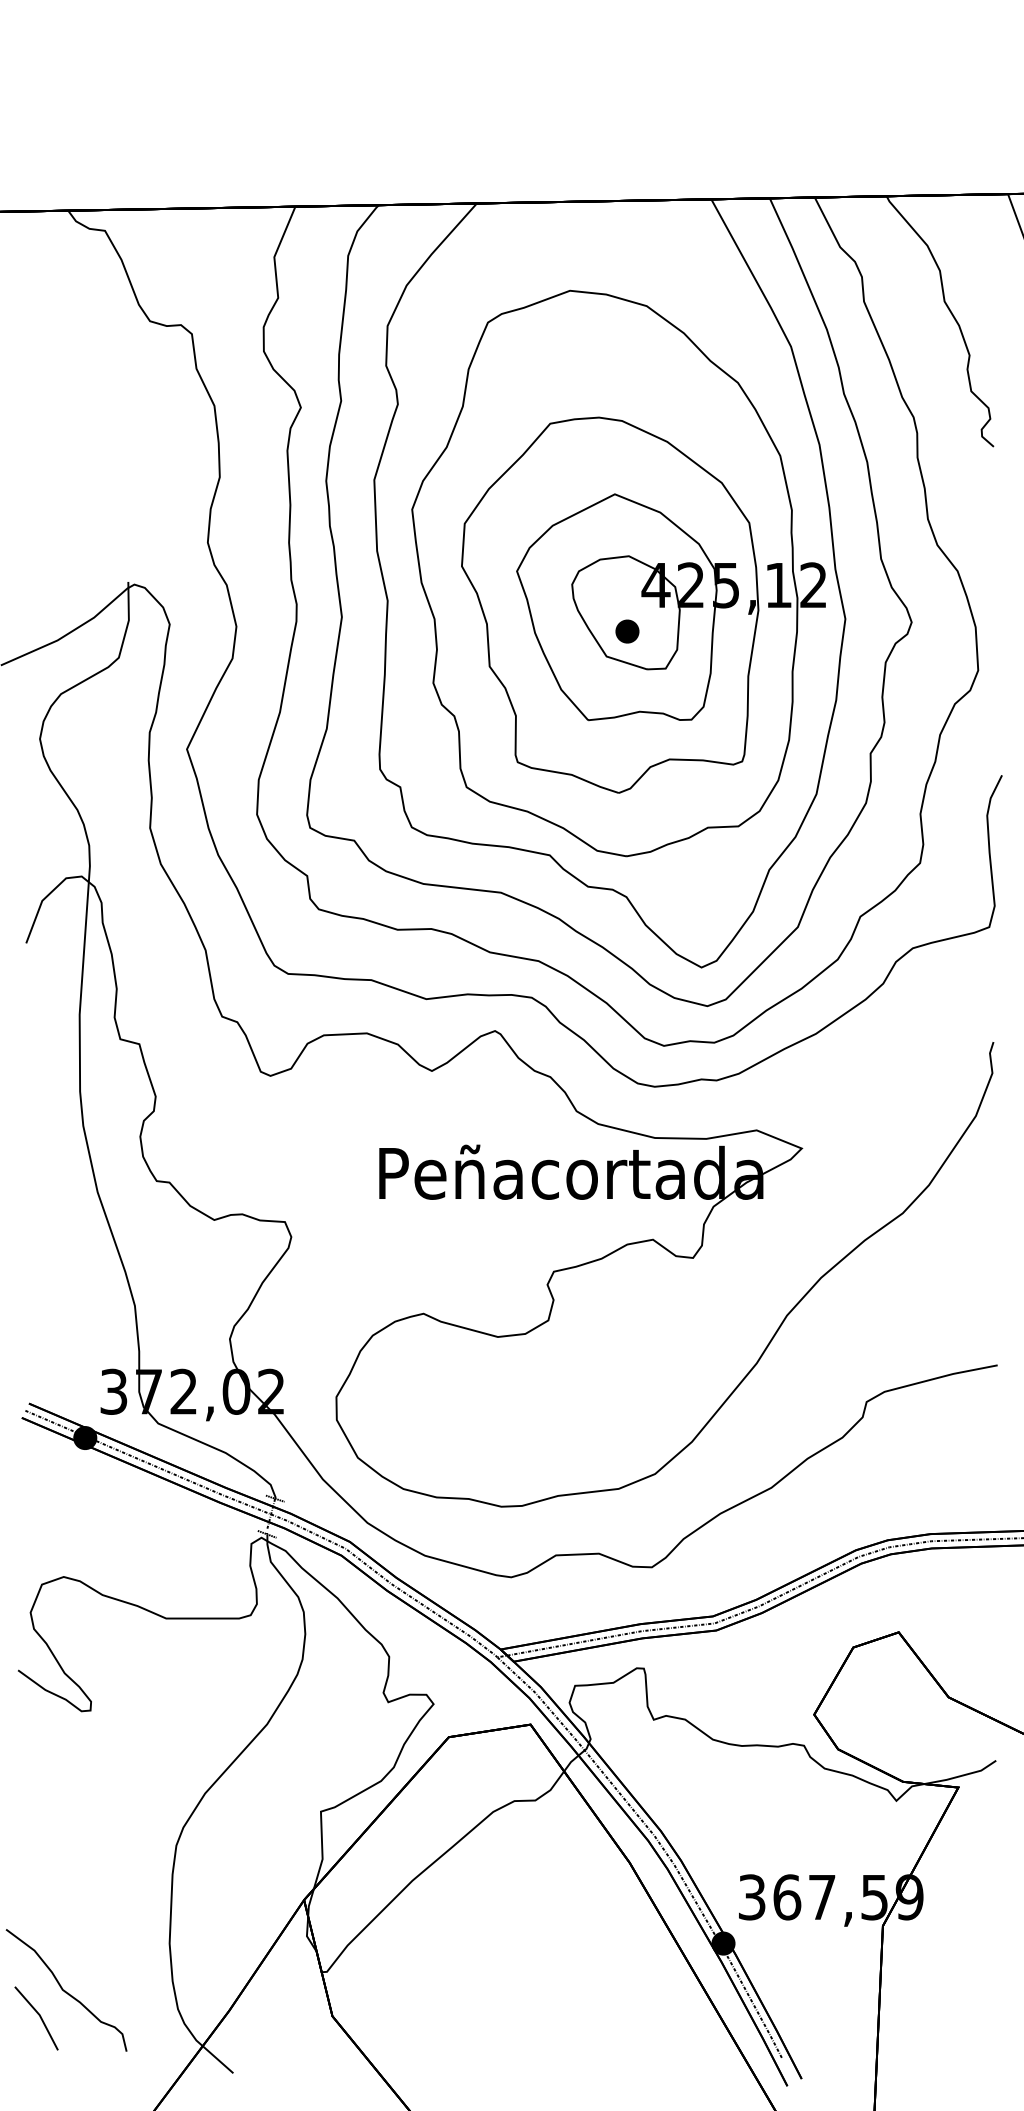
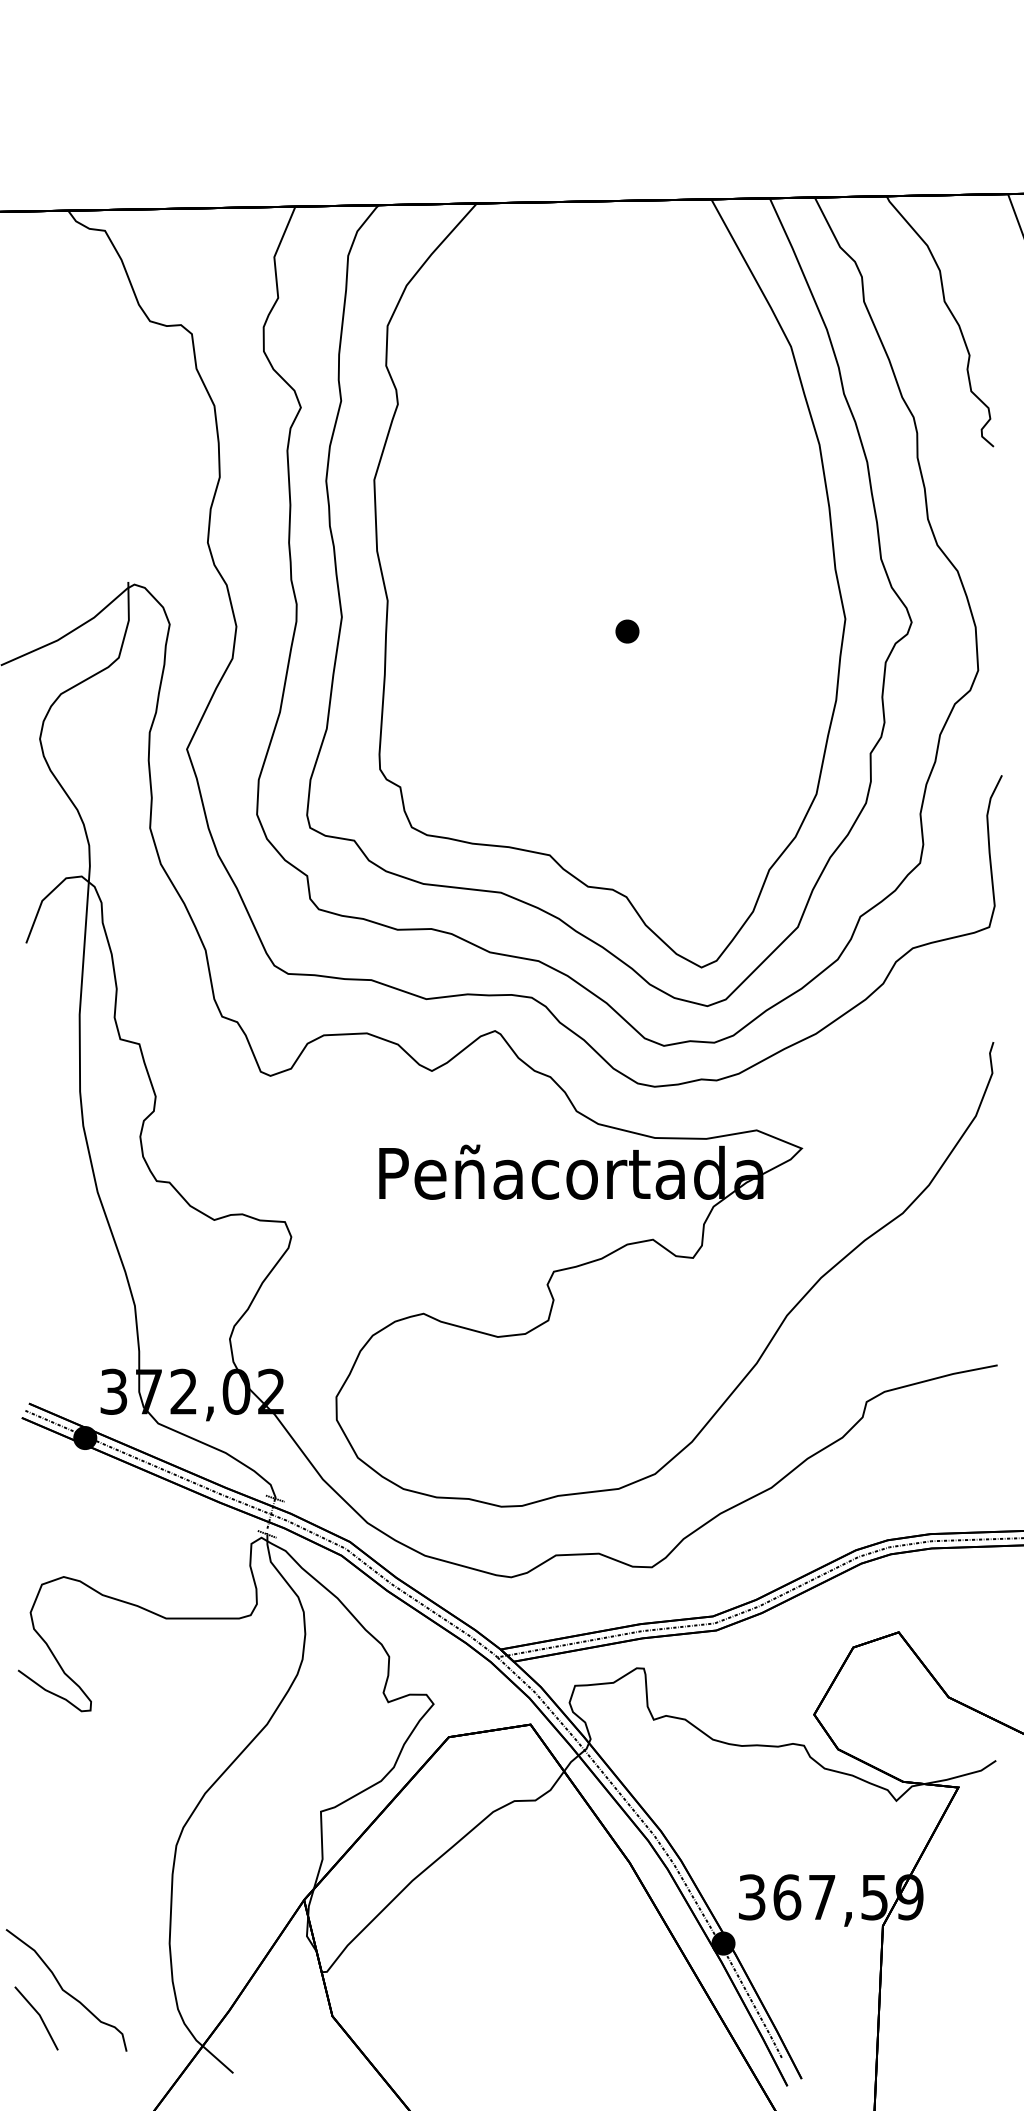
part at (618, 573): present -> none
